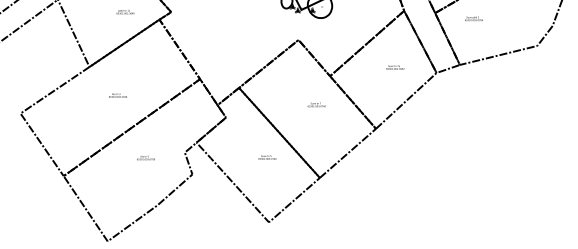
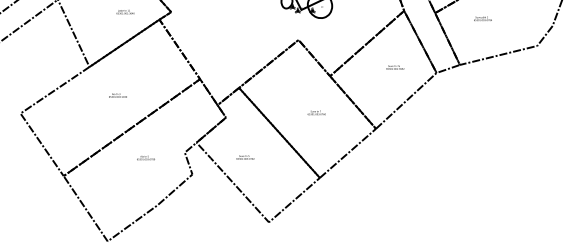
text at (473, 18) position: (473, 18) -> (482, 18)
text at (316, 104) position: (316, 104) -> (316, 112)
text at (267, 157) position: (267, 157) -> (245, 157)
